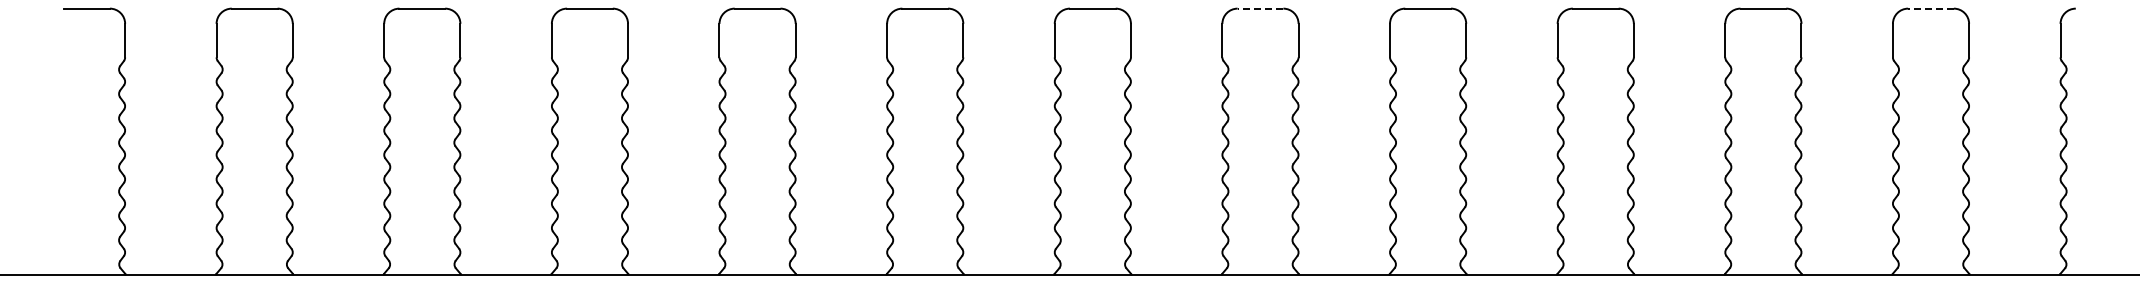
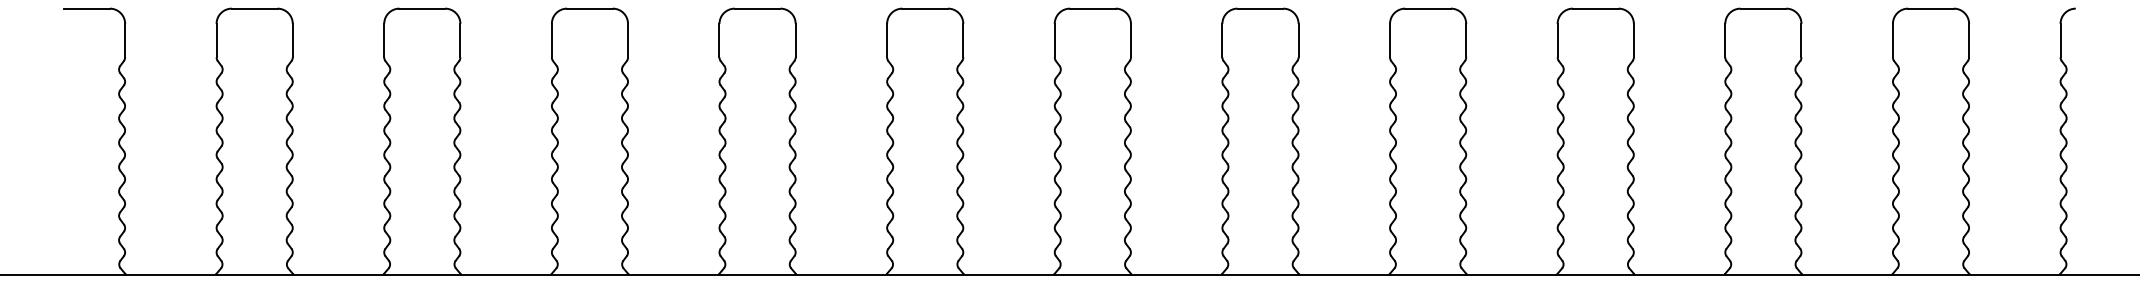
line at (1260, 8): dashed -> solid
line at (1931, 8): dashed -> solid
